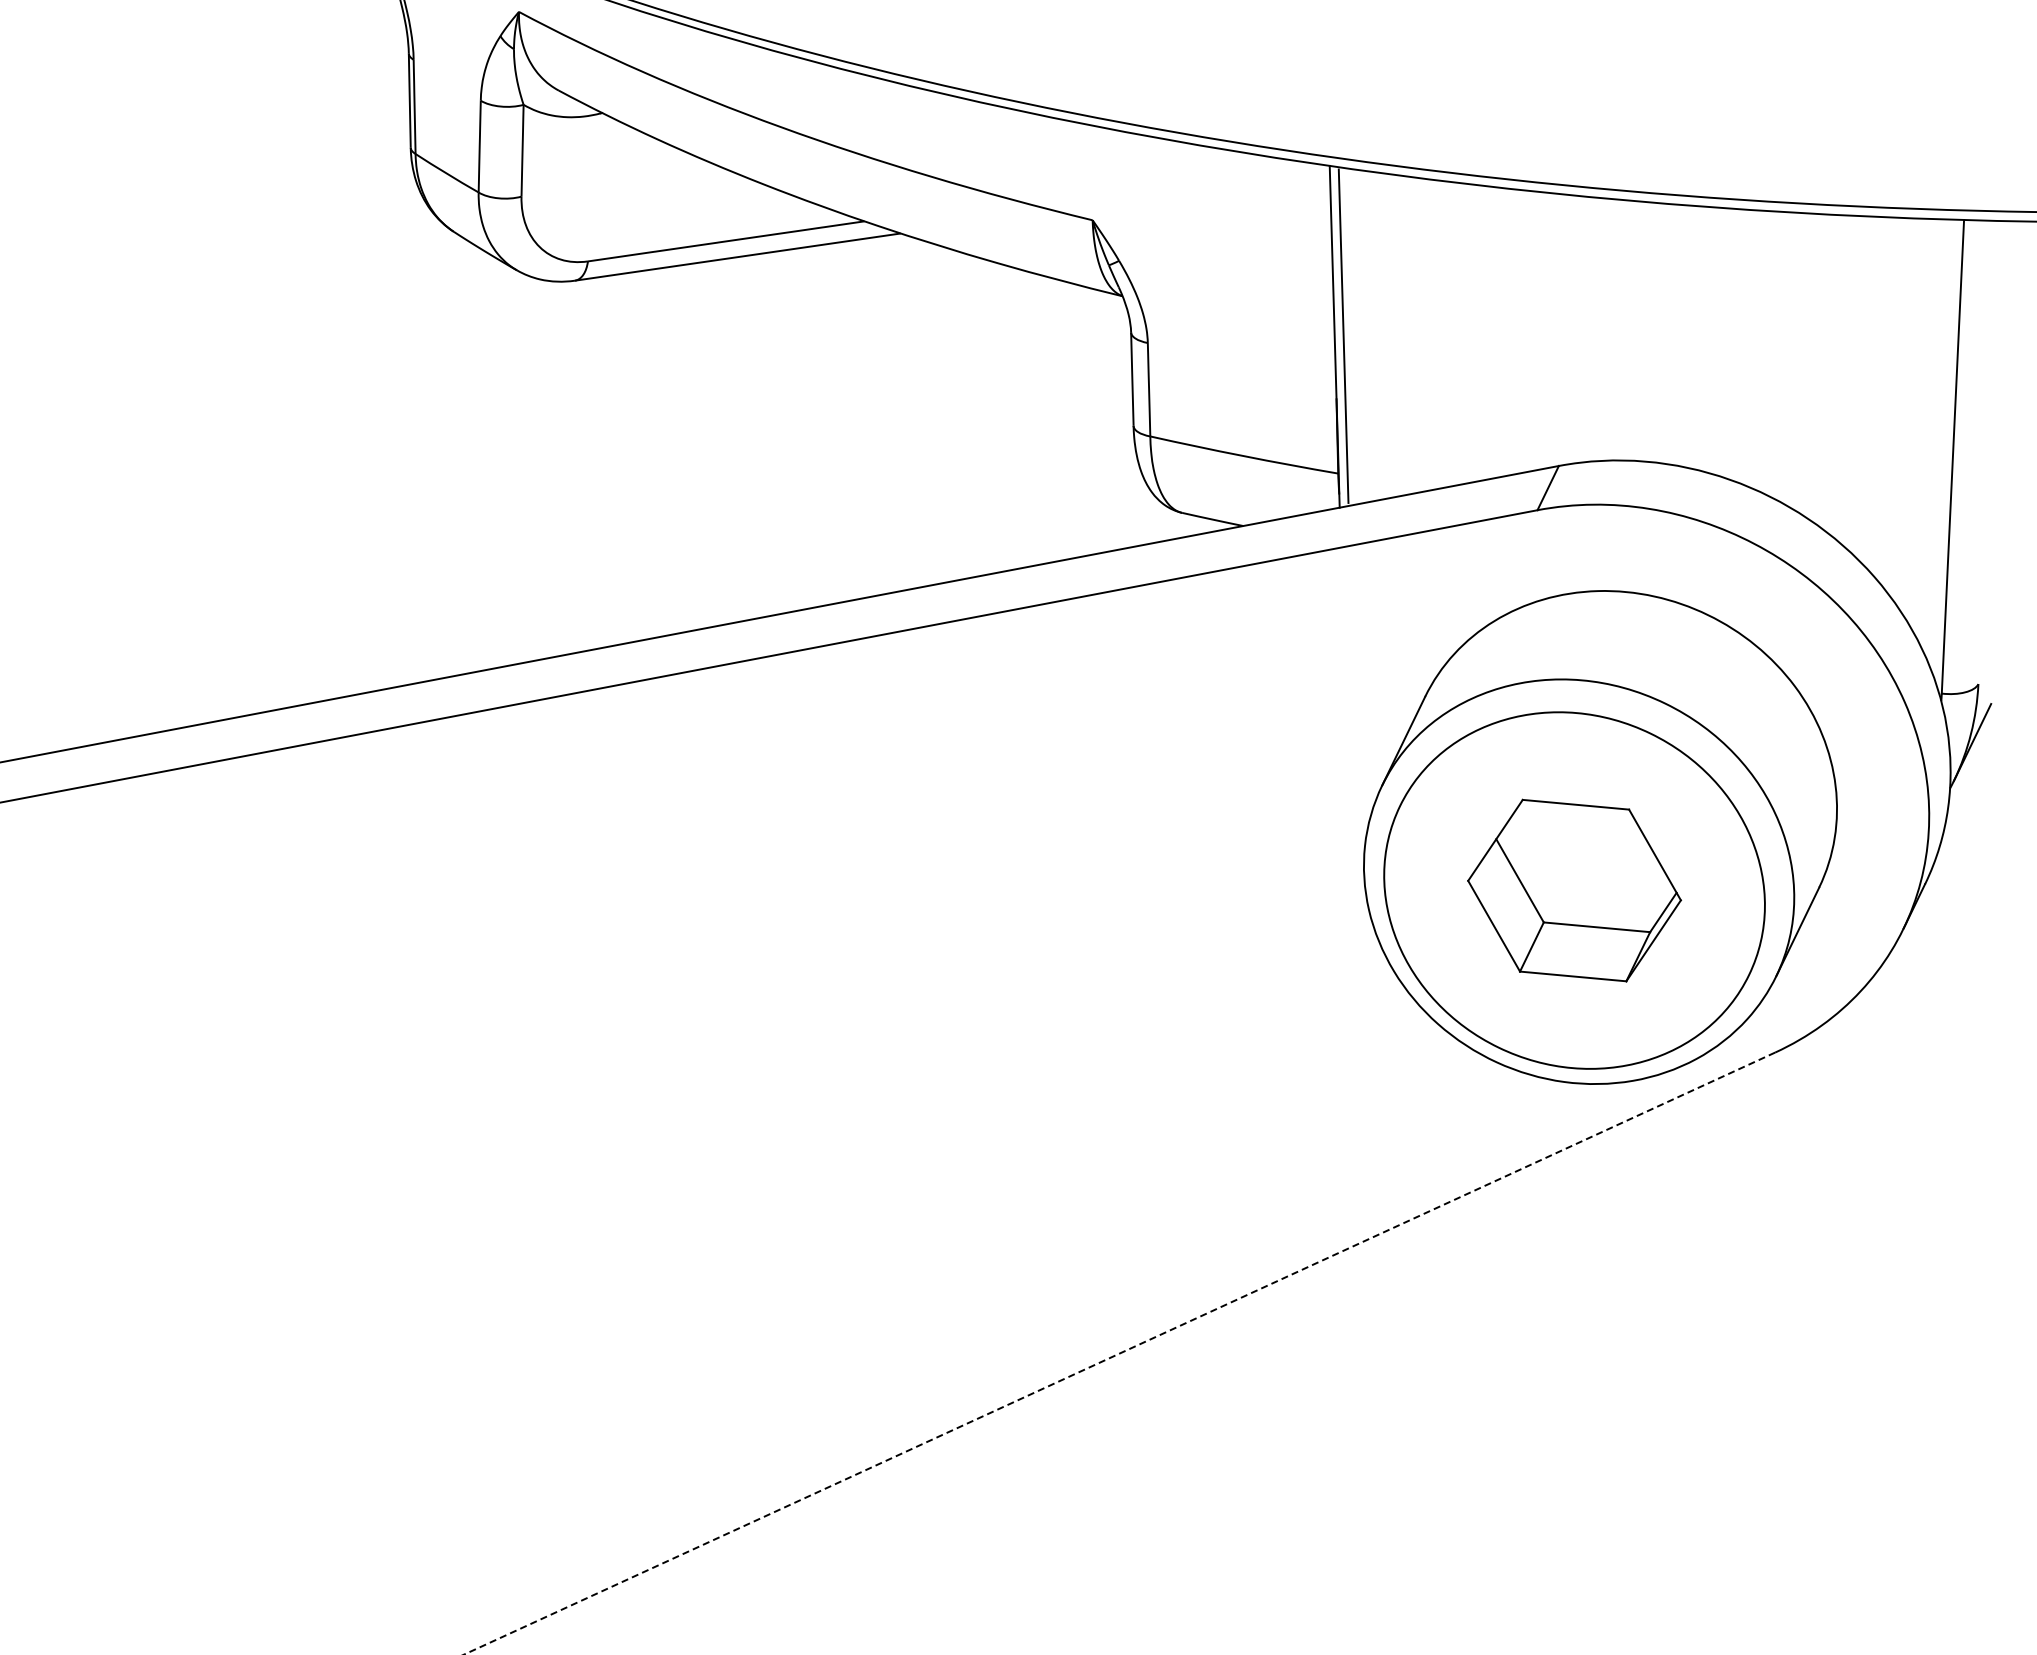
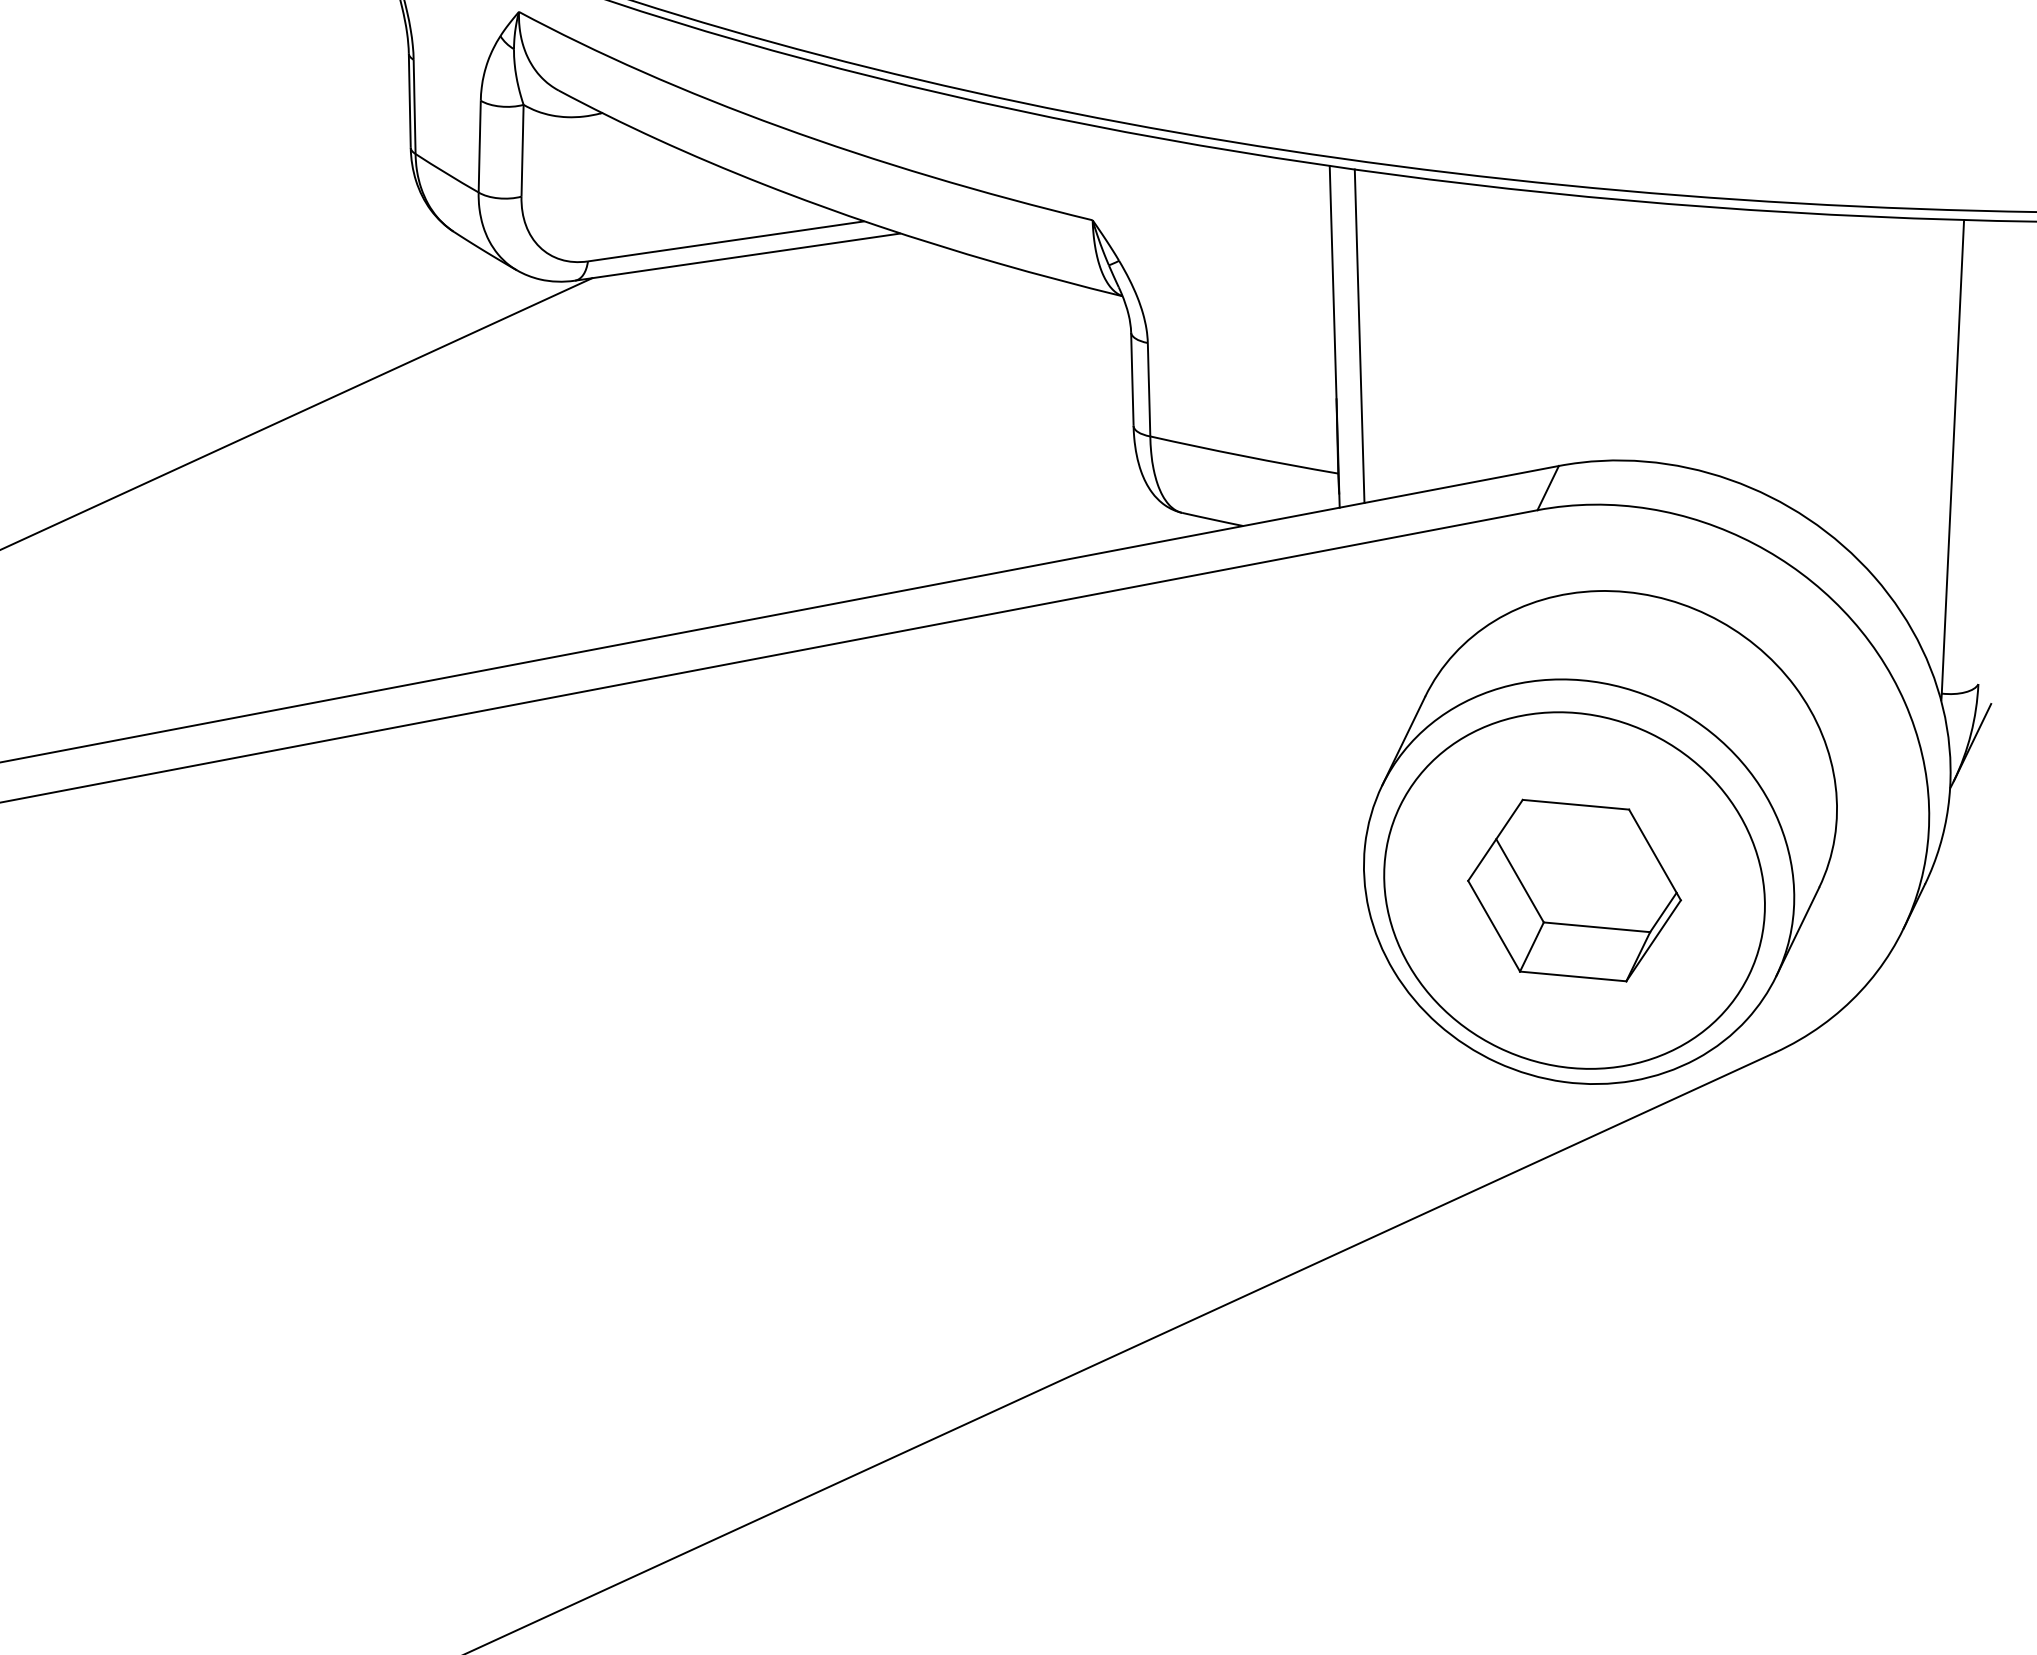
line at (1343, 335) position: (1343, 335) -> (1359, 335)
line at (297, 413): none -> present
line at (1119, 1353): dashed -> solid
